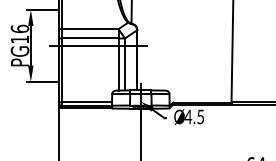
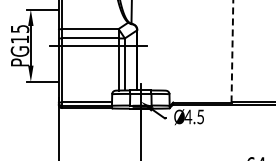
text at (19, 28): PG16 -> PG15
line at (232, 51): solid -> dashed
